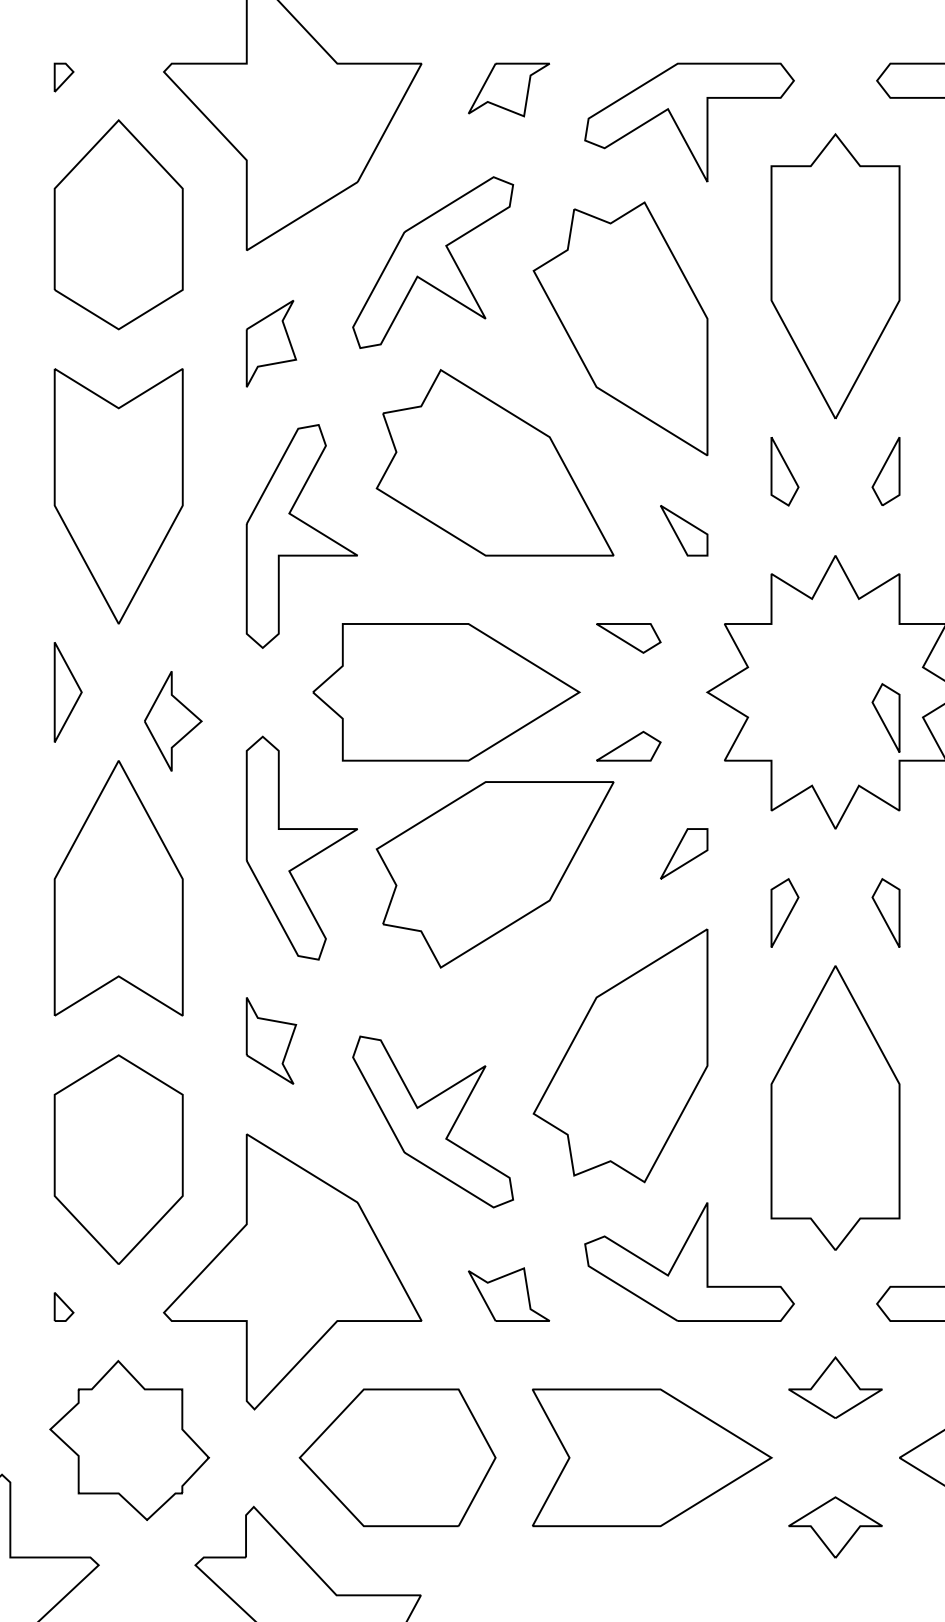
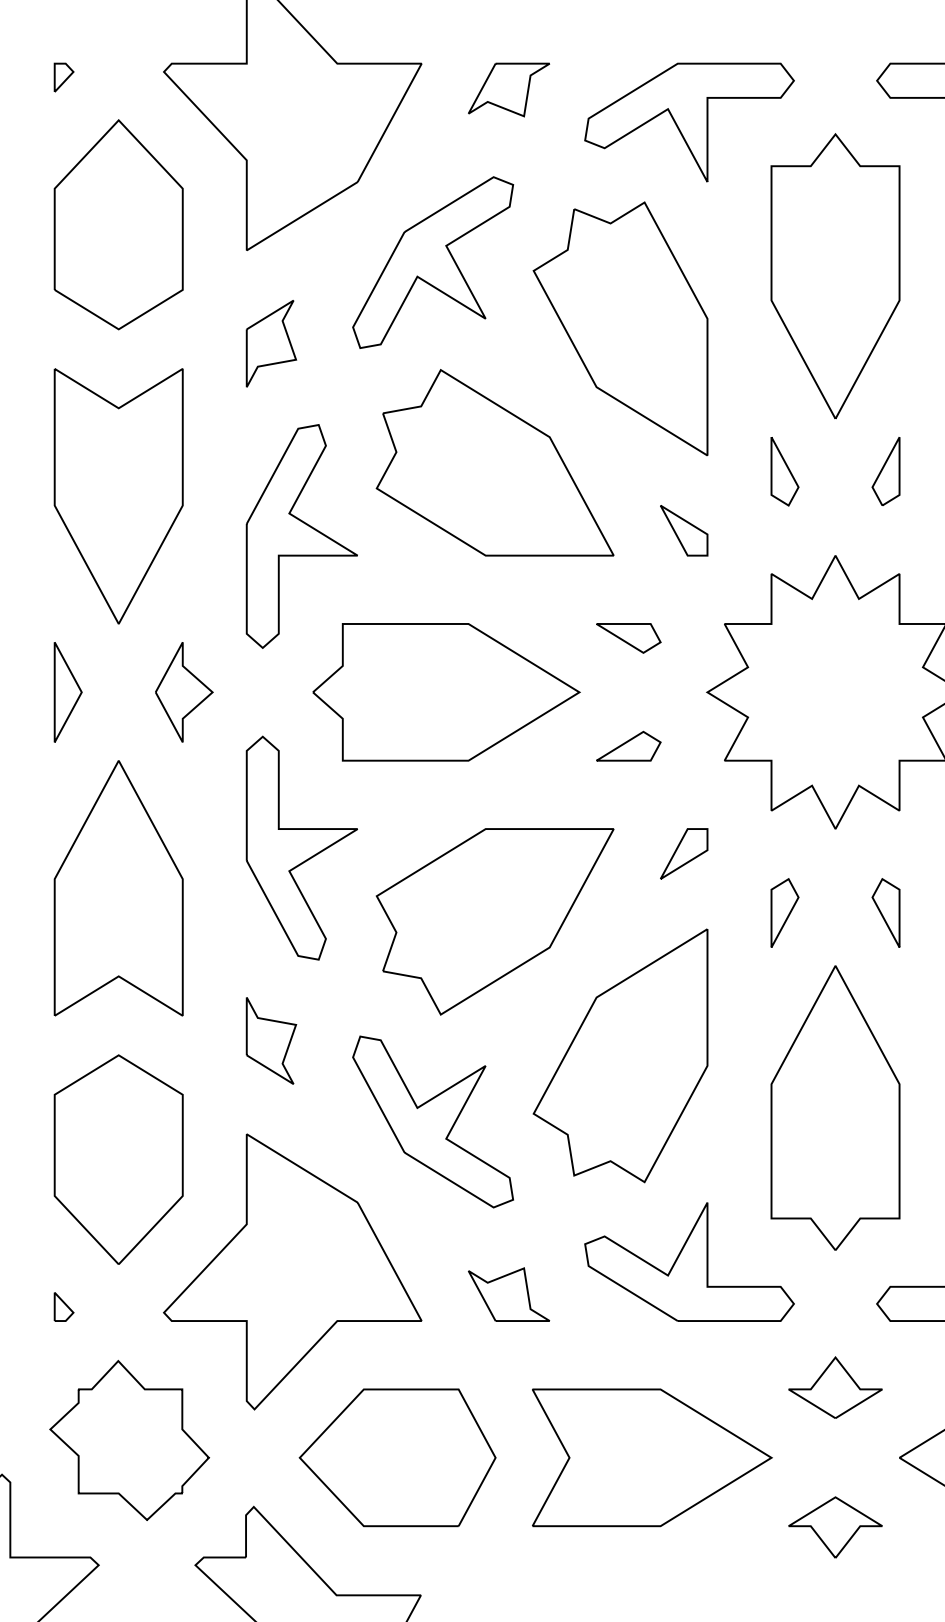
part at (885, 717): present -> none
part at (173, 721) position: (173, 721) -> (184, 692)
part at (494, 874) position: (494, 874) -> (494, 921)
